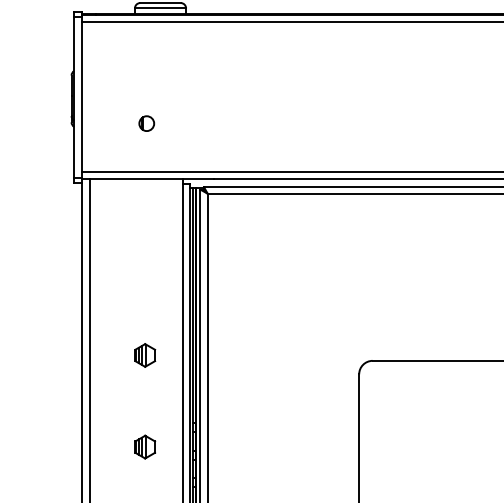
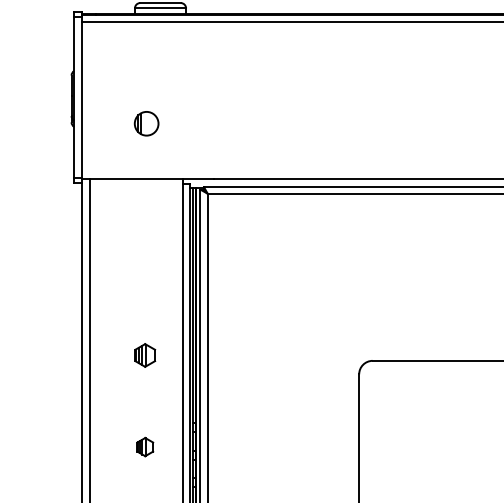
part at (146, 123) size: 18x17 px -> 27x26 px
line at (291, 172): present -> none
part at (145, 446) size: 23x26 px -> 19x22 px
